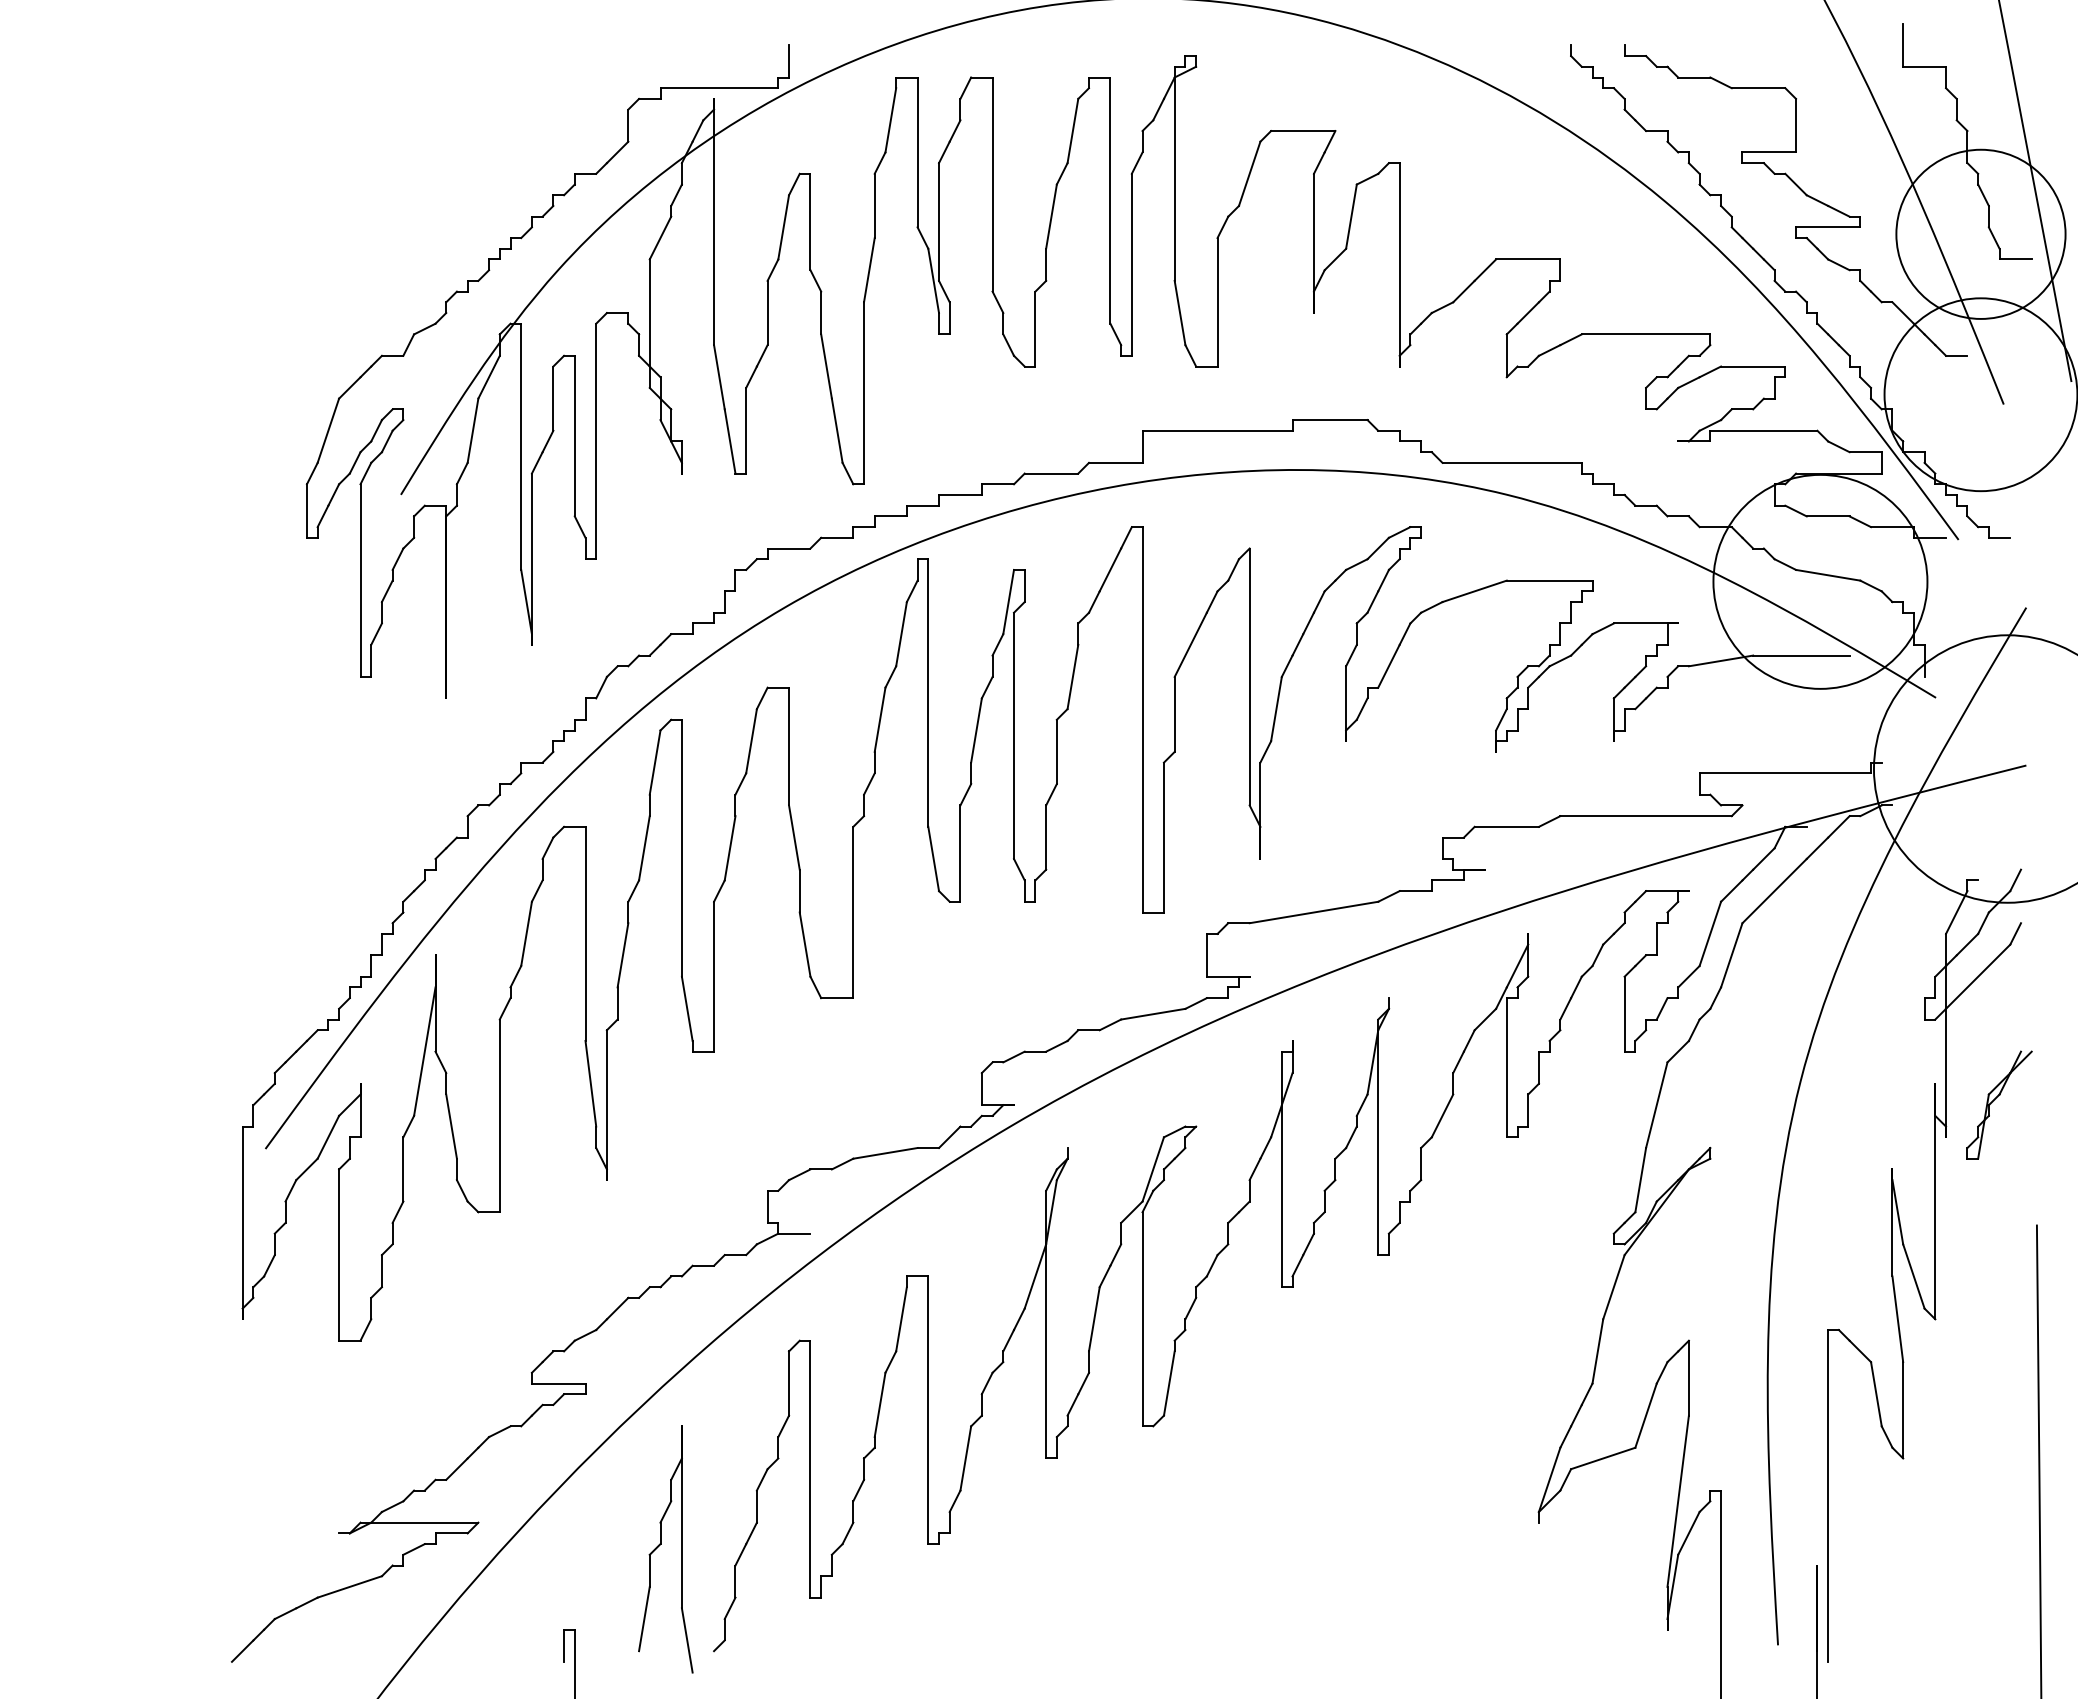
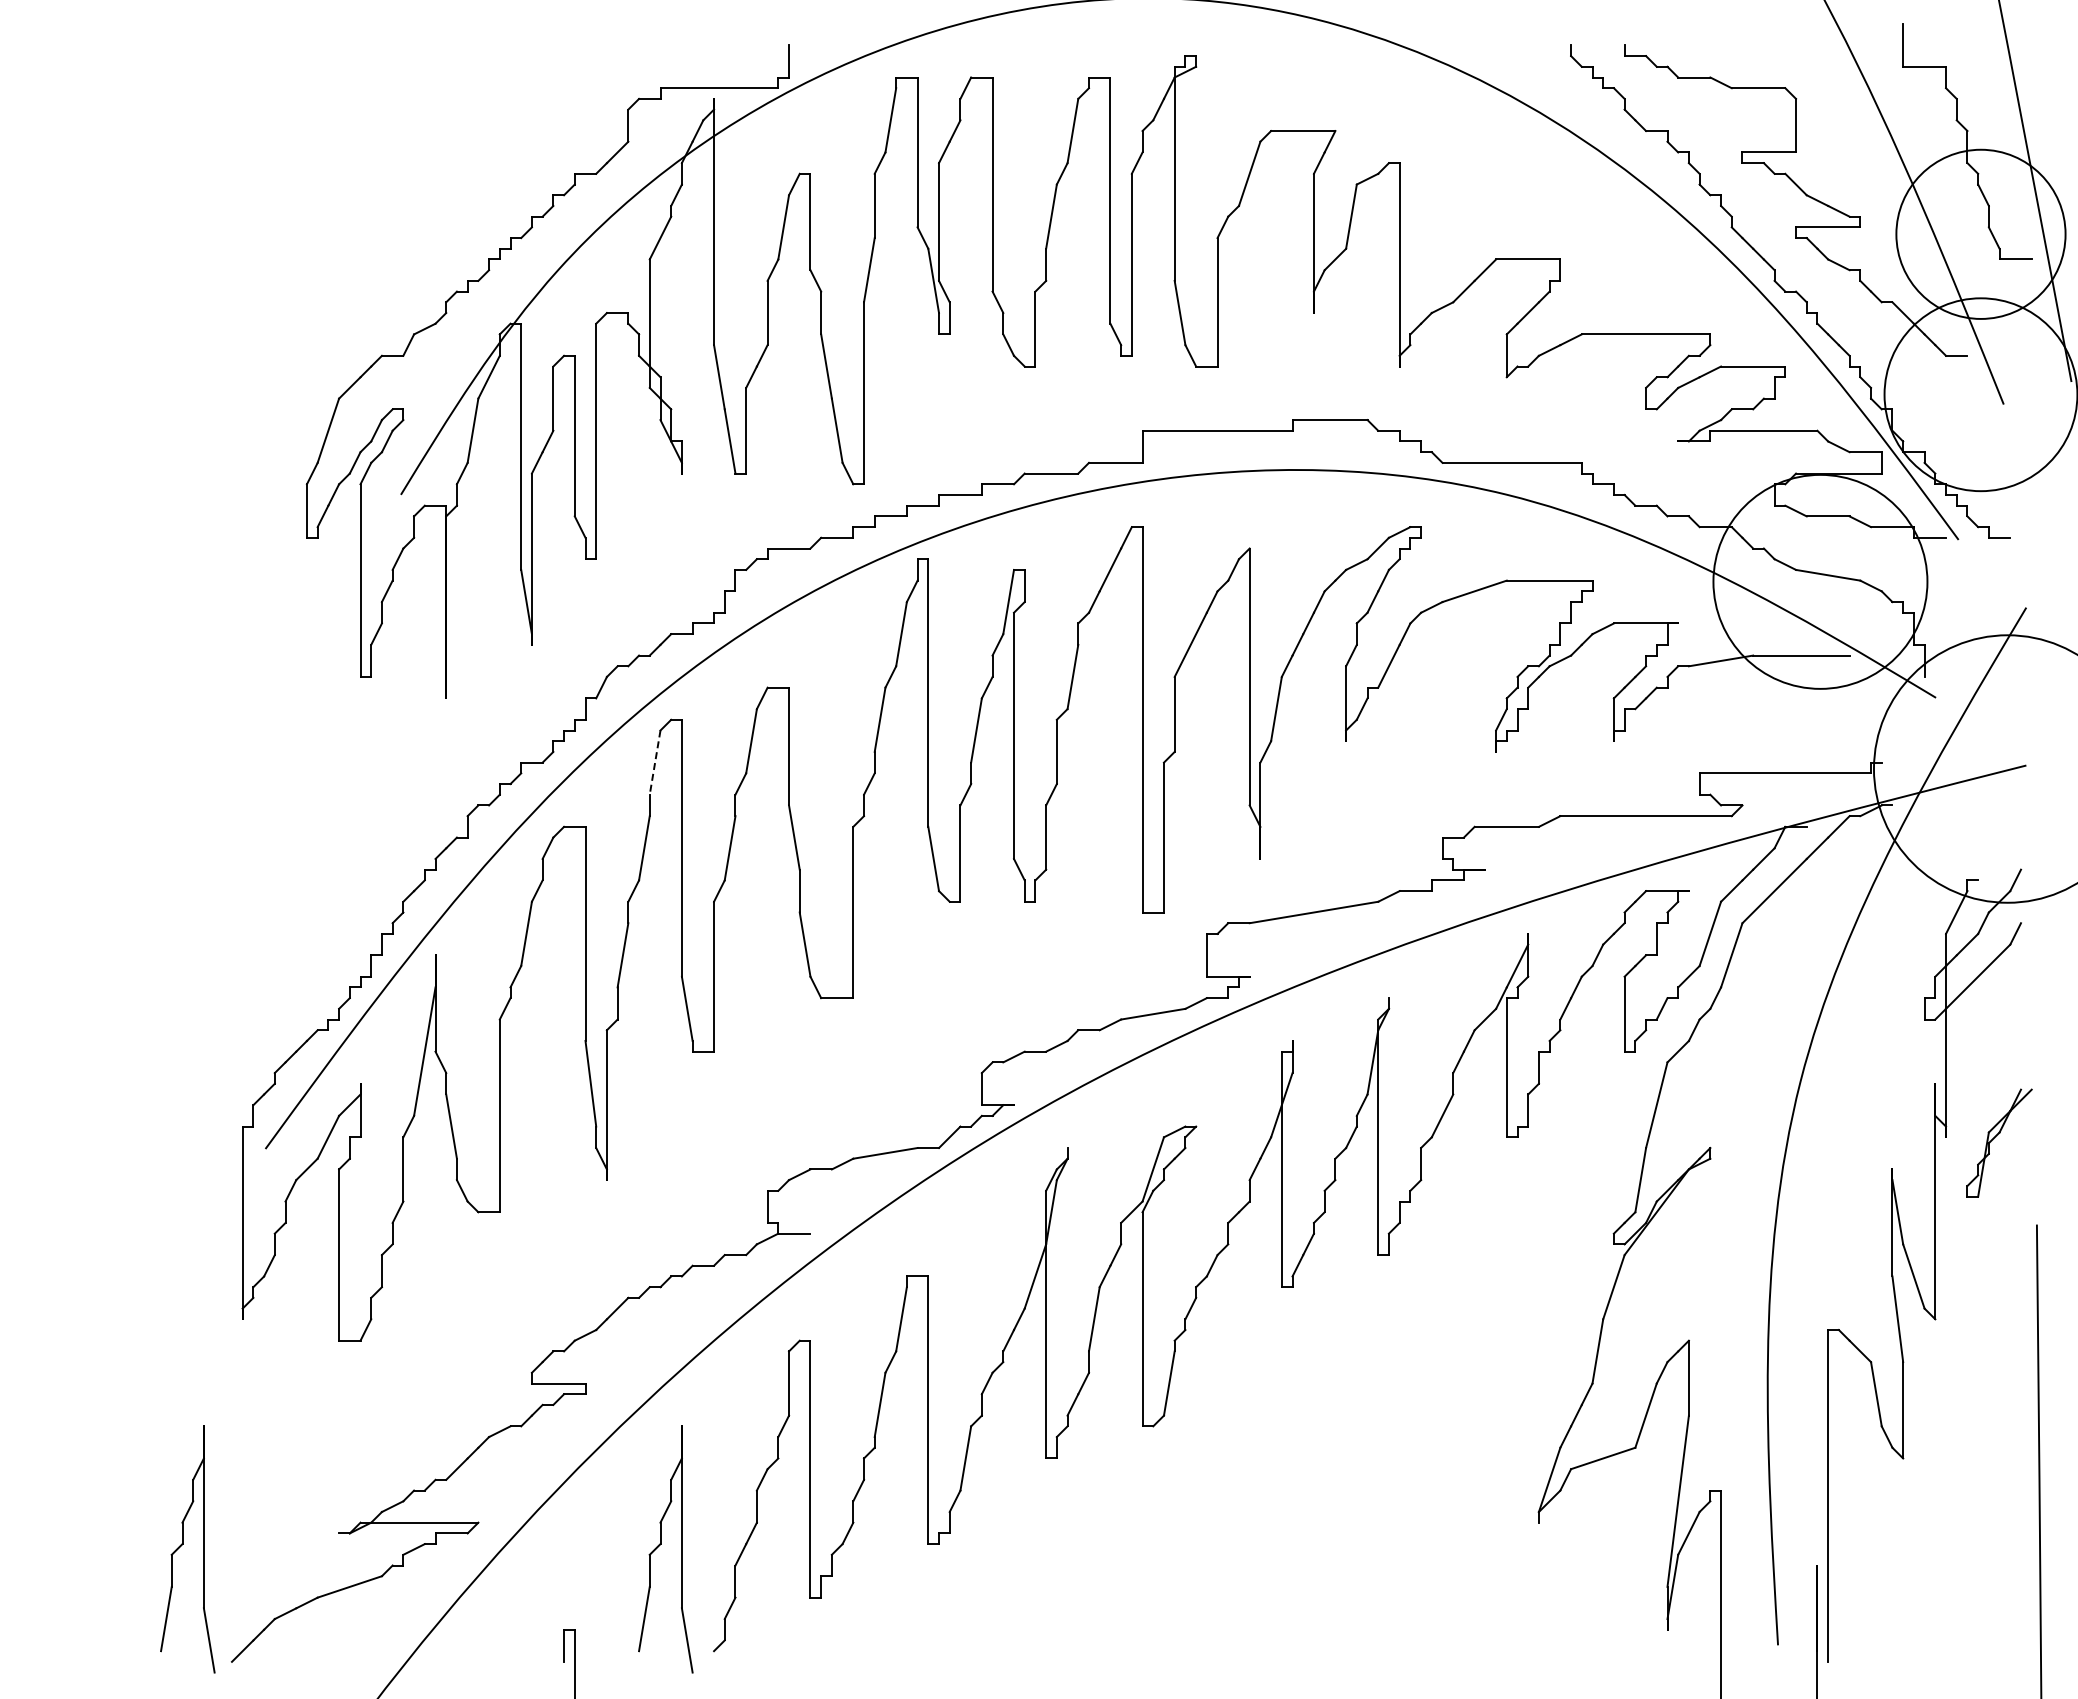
line at (655, 762): solid -> dashed
part at (1995, 1099) position: (1995, 1099) -> (1995, 1137)
part at (183, 1544): none -> present
